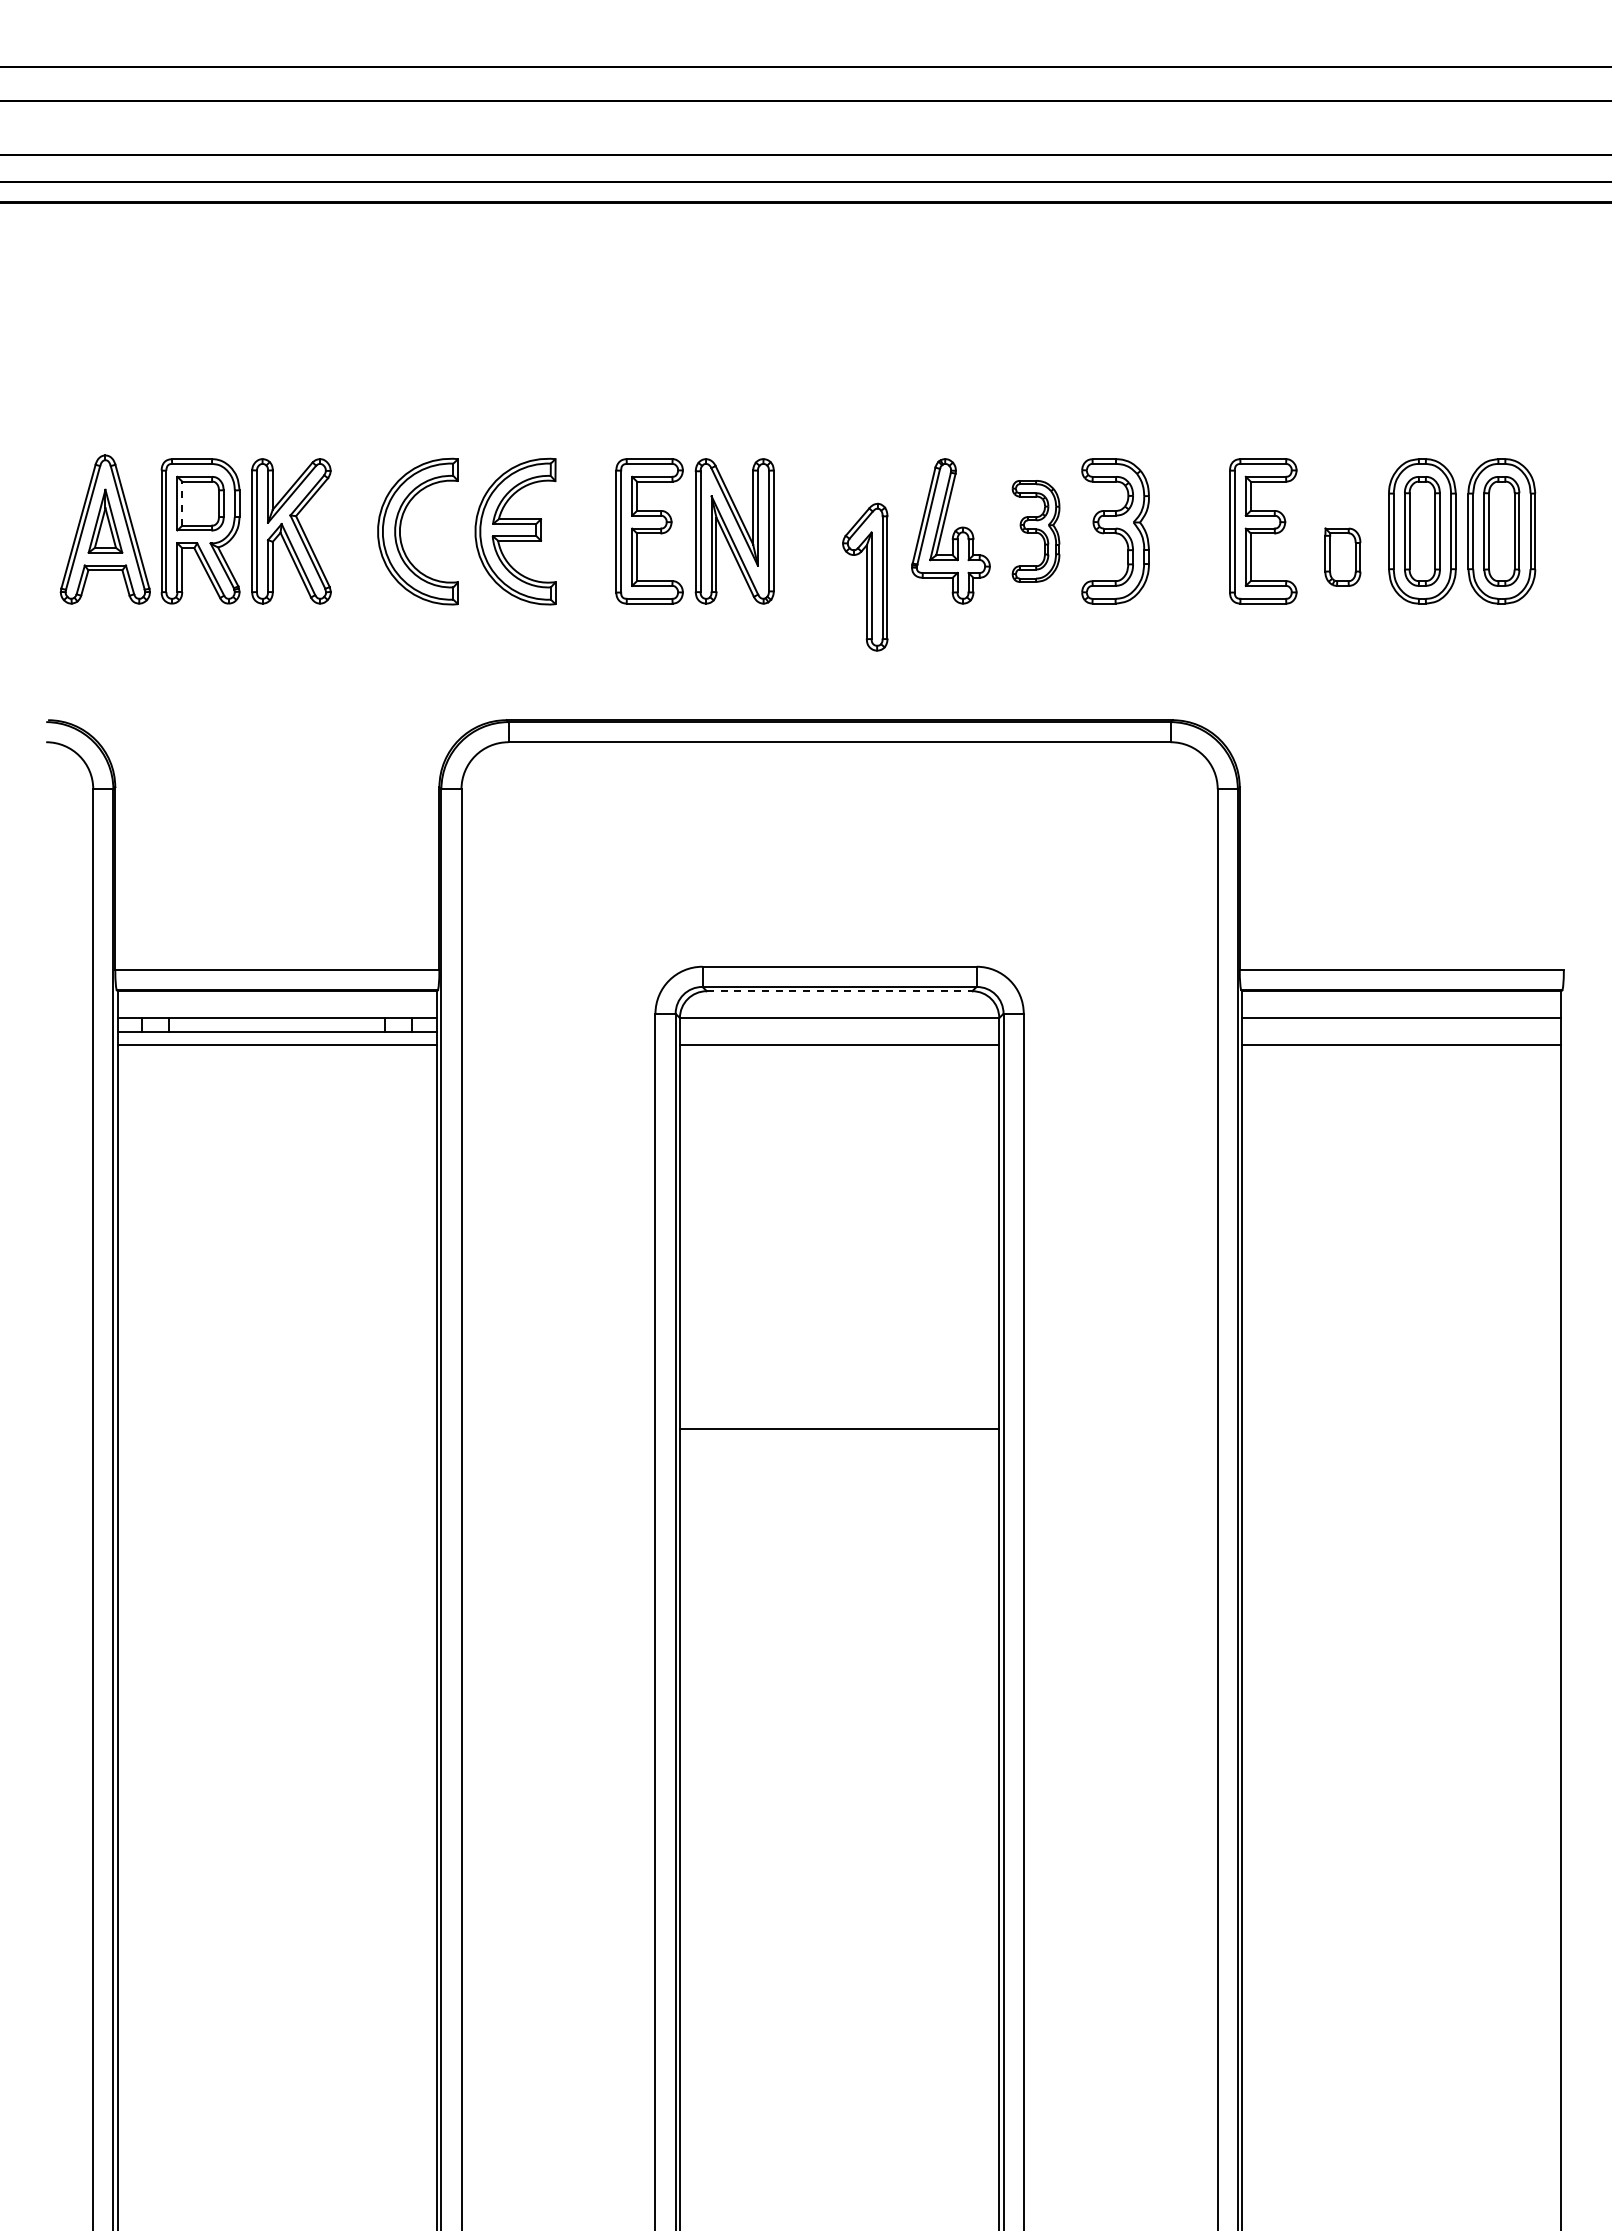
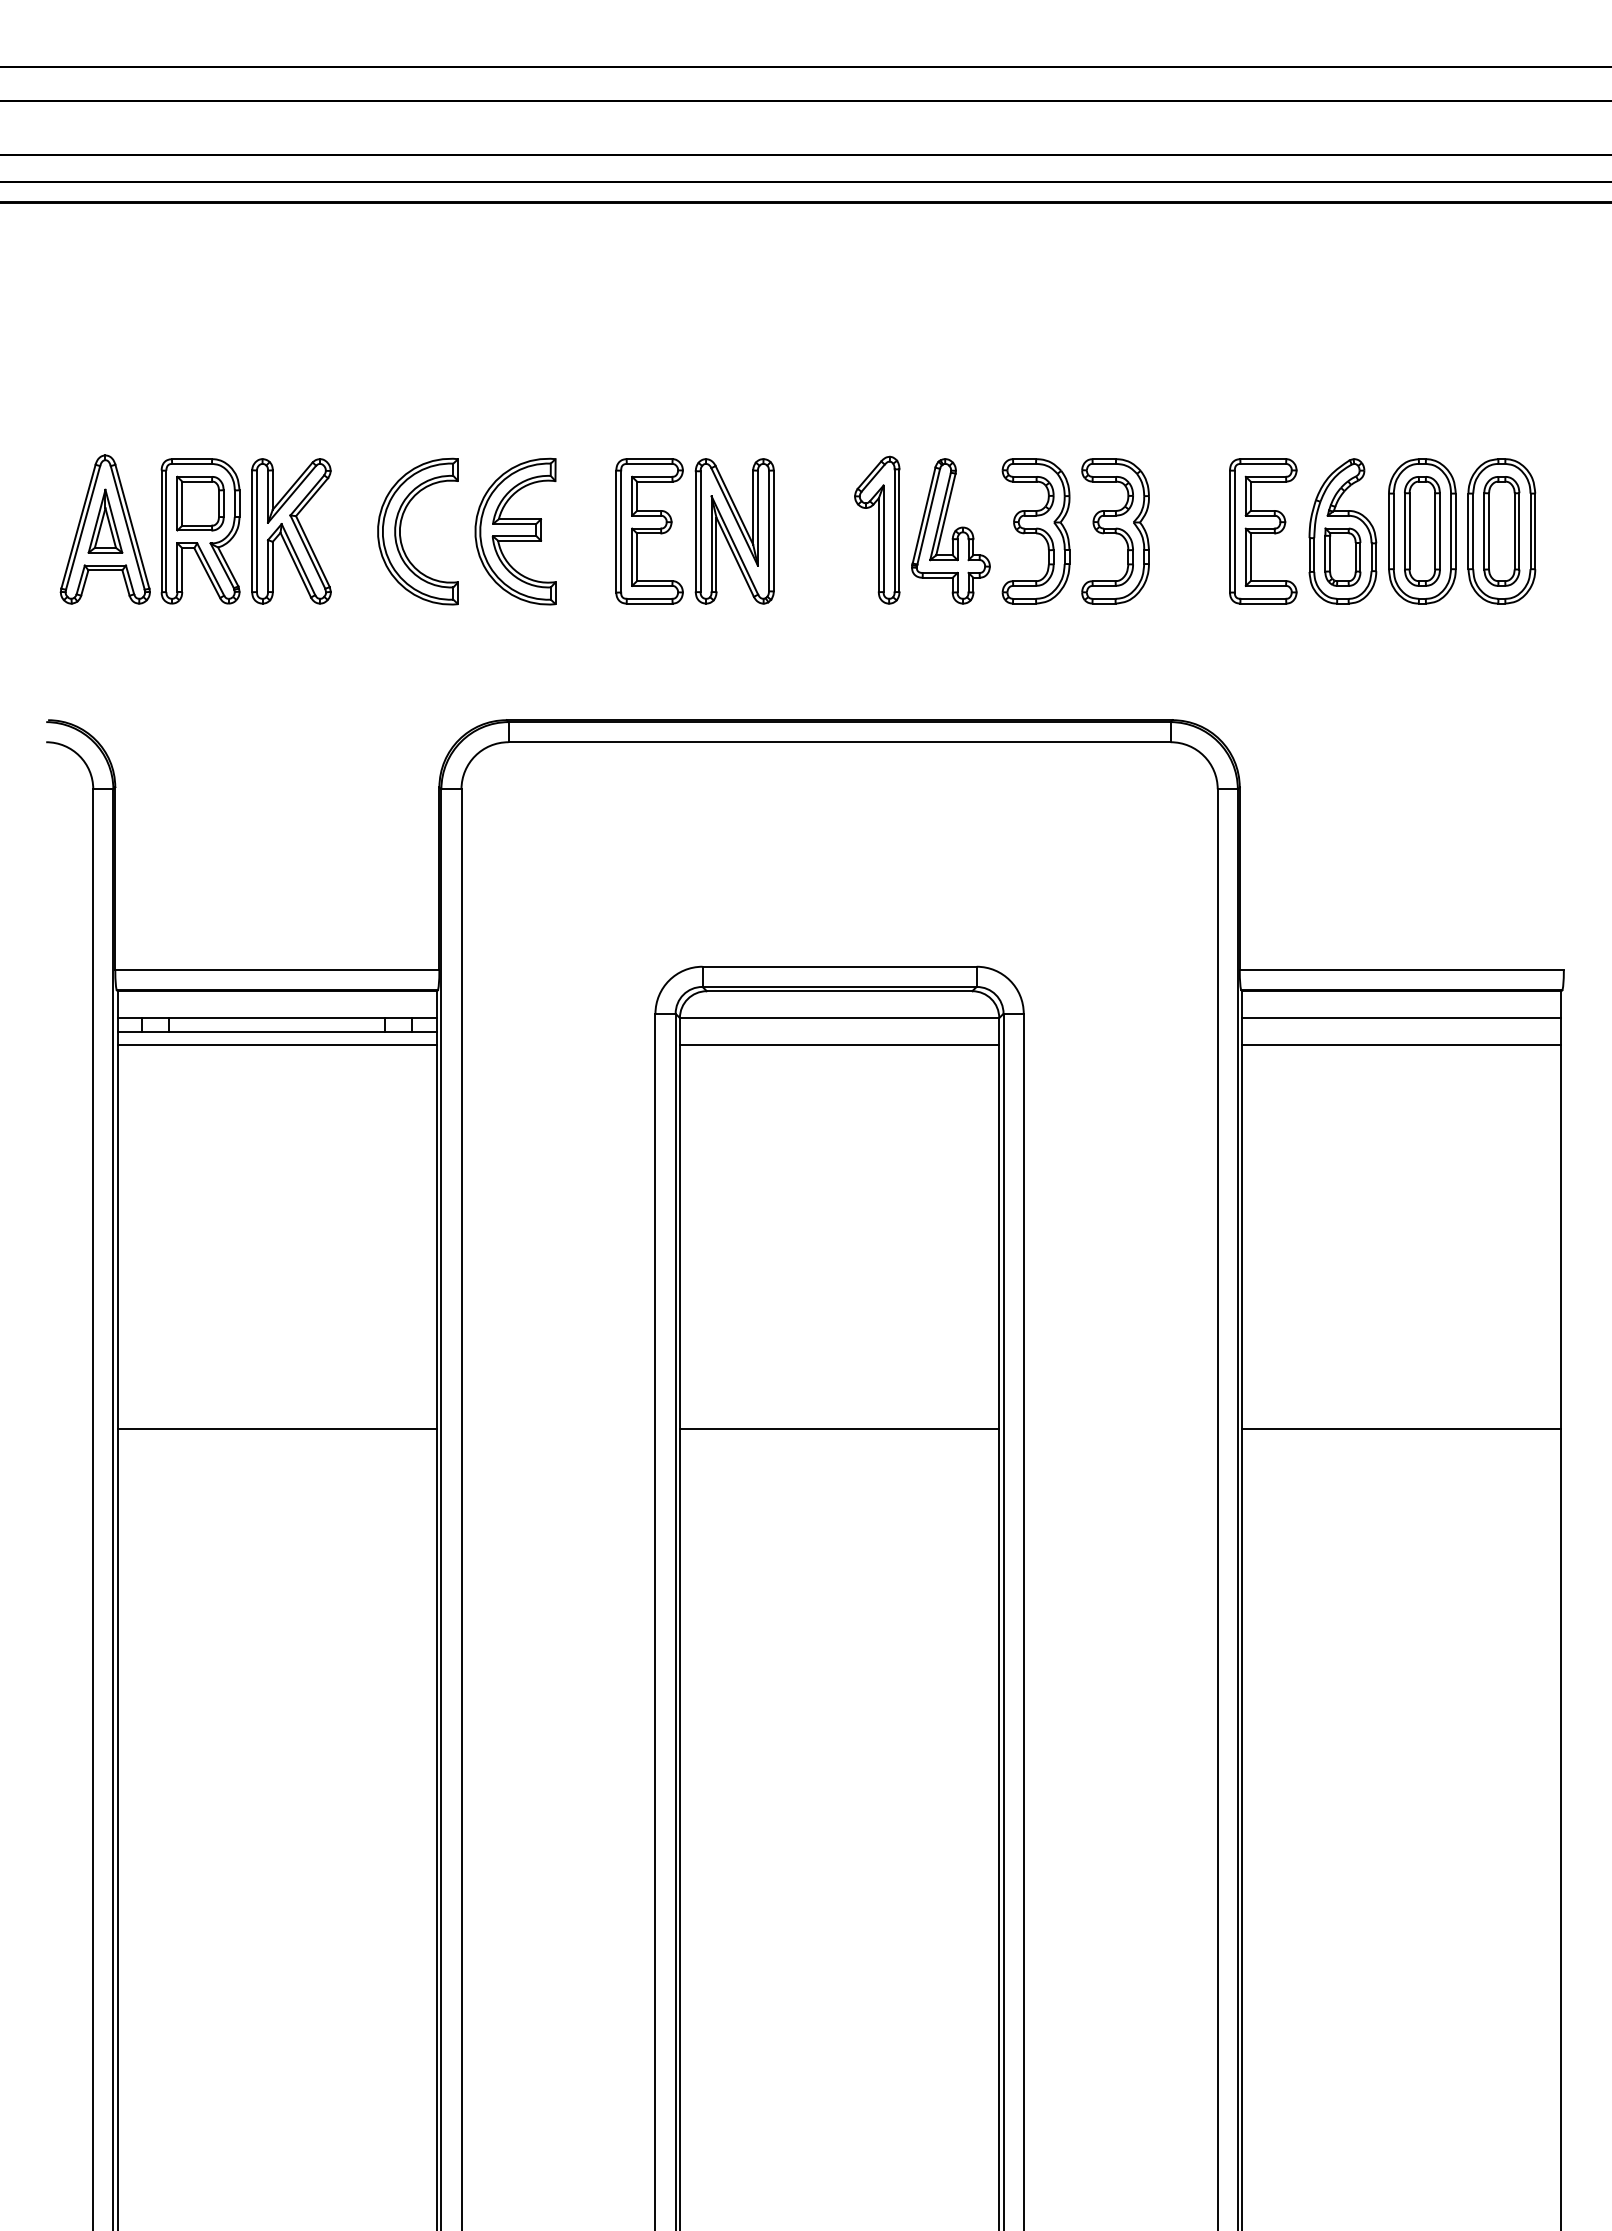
line at (182, 503): dashed -> solid
part at (1035, 531) size: 50x103 px -> 70x147 px
part at (1342, 531): none -> present
part at (865, 576) position: (865, 576) -> (877, 529)
line at (839, 991): dashed -> solid
line at (277, 1429): none -> present
line at (1401, 1429): none -> present
